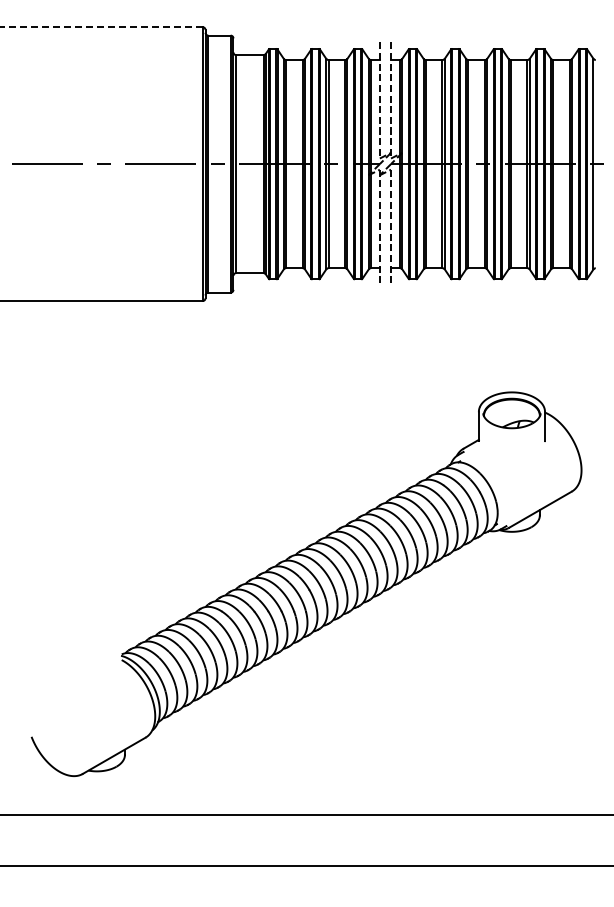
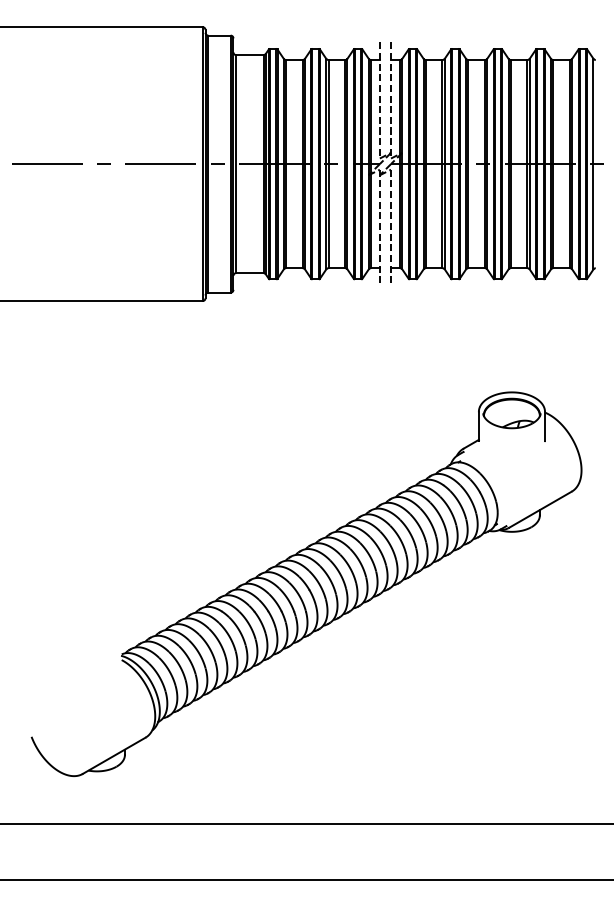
line at (101, 27): dashed -> solid
line at (306, 814) position: (306, 814) -> (306, 823)
line at (306, 865) position: (306, 865) -> (306, 879)
